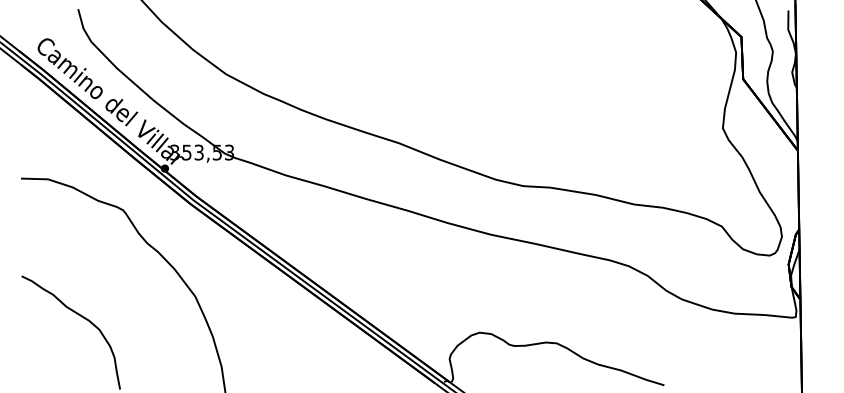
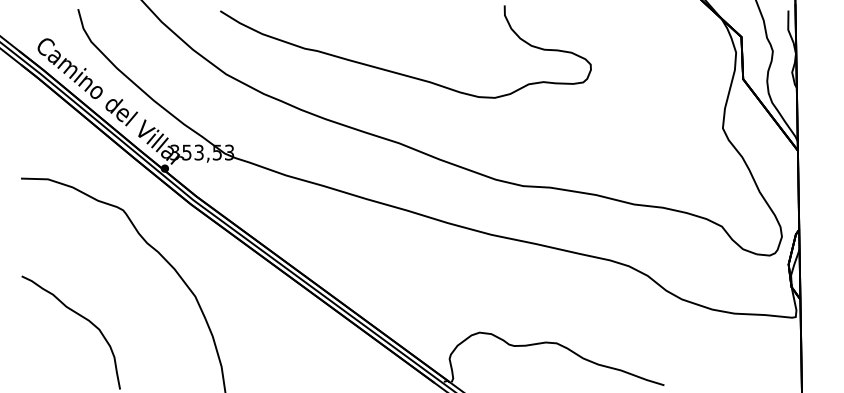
curve at (398, 72): none -> present
